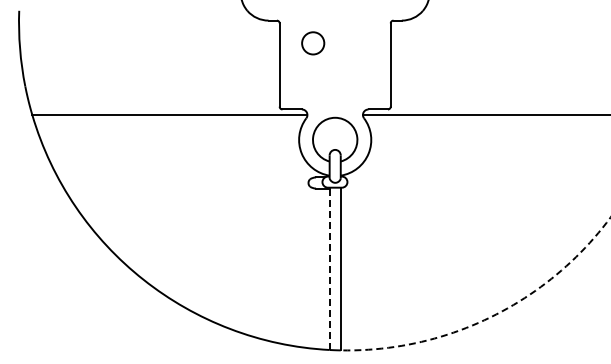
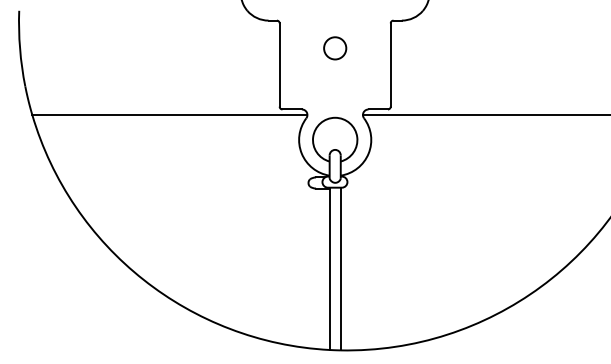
circle at (313, 43) position: (313, 43) -> (335, 48)
line at (329, 268): dashed -> solid
arc at (493, 315): dashed -> solid
